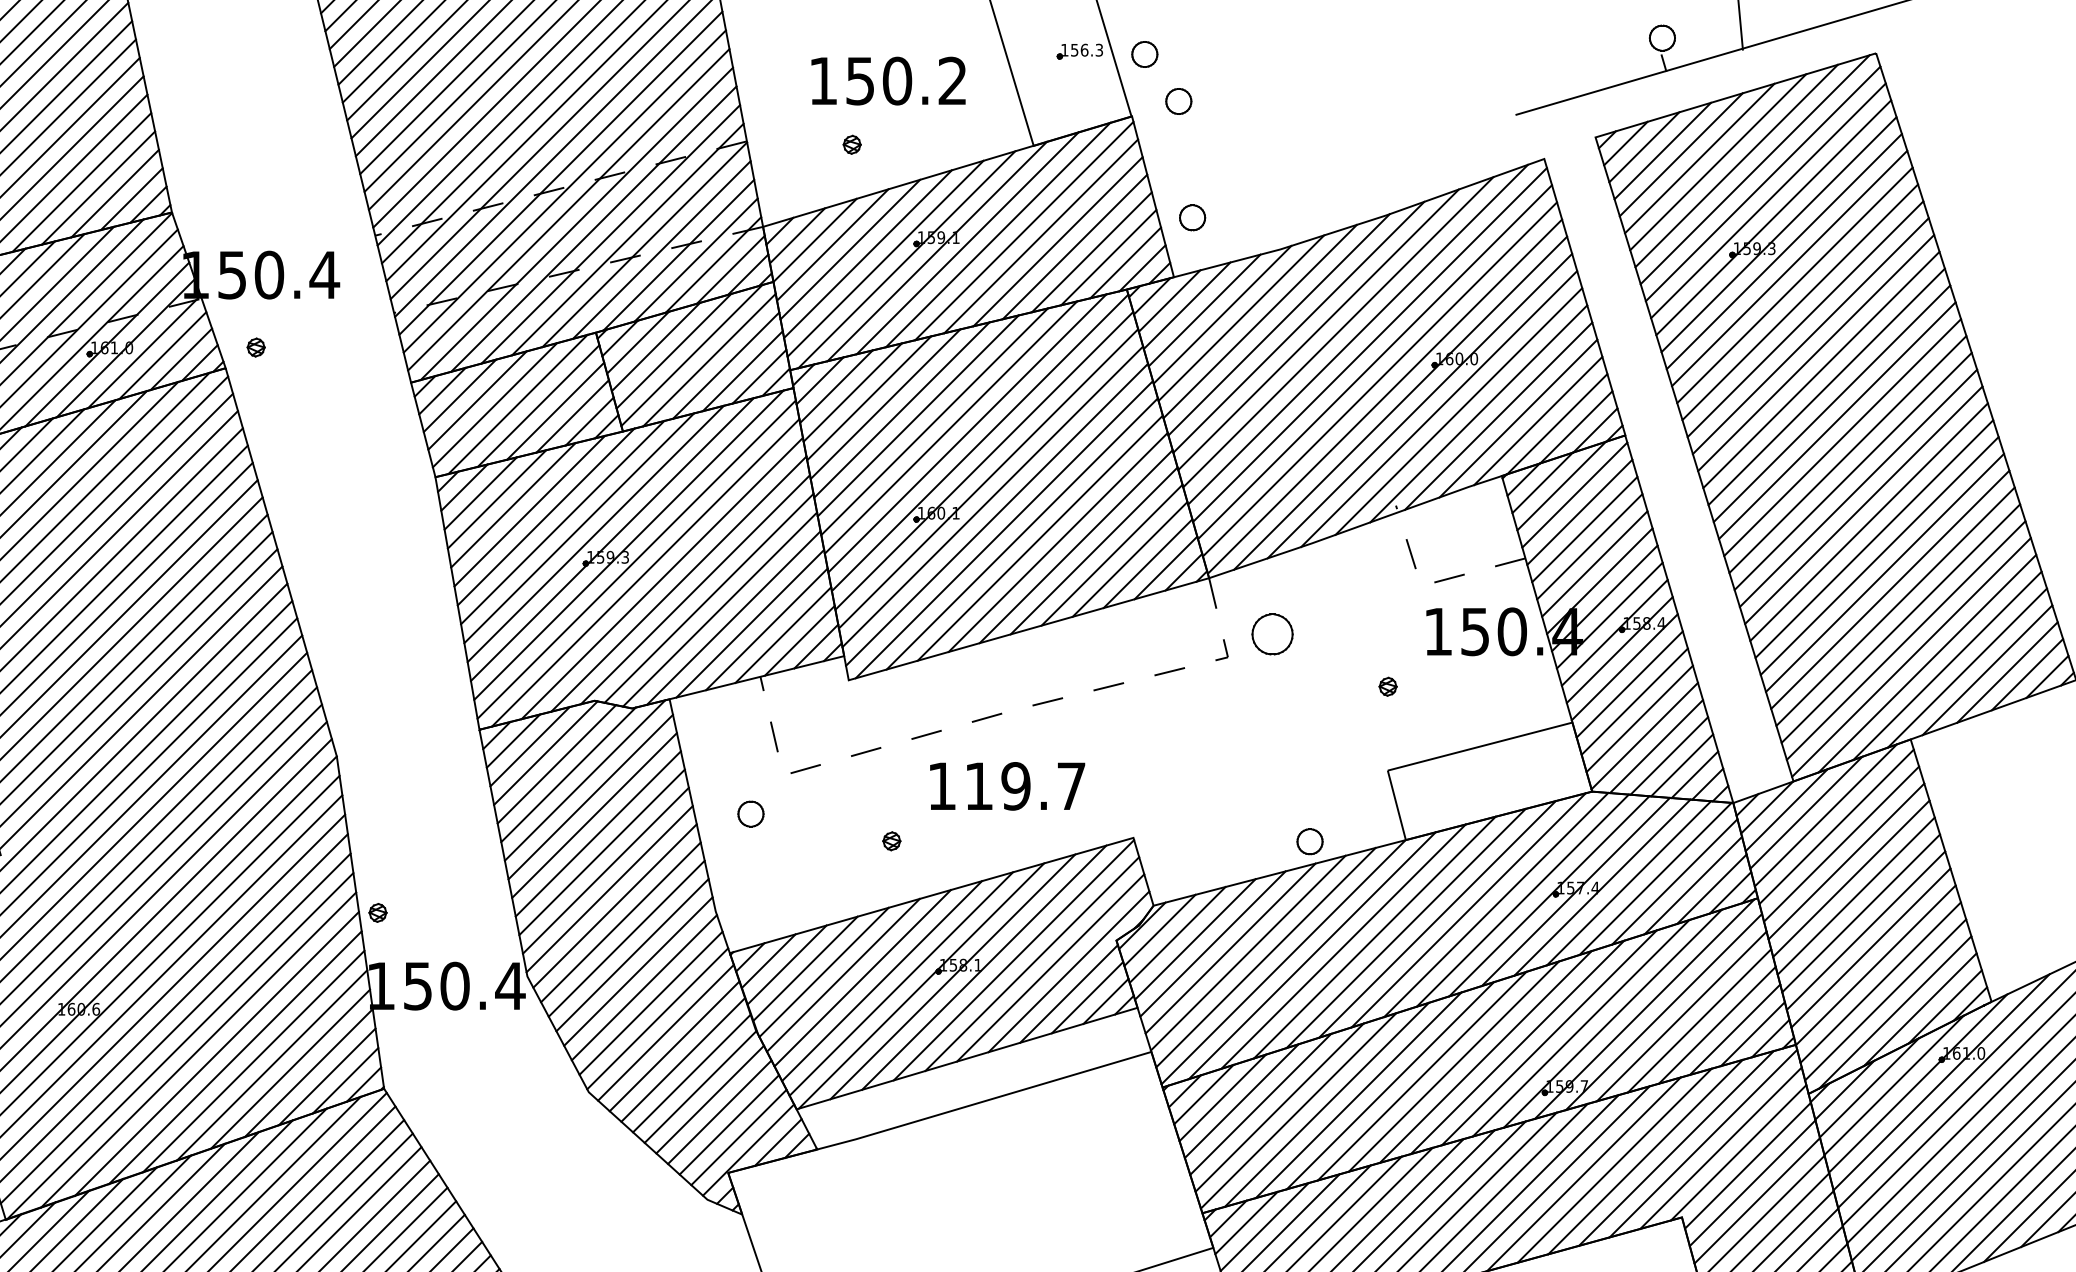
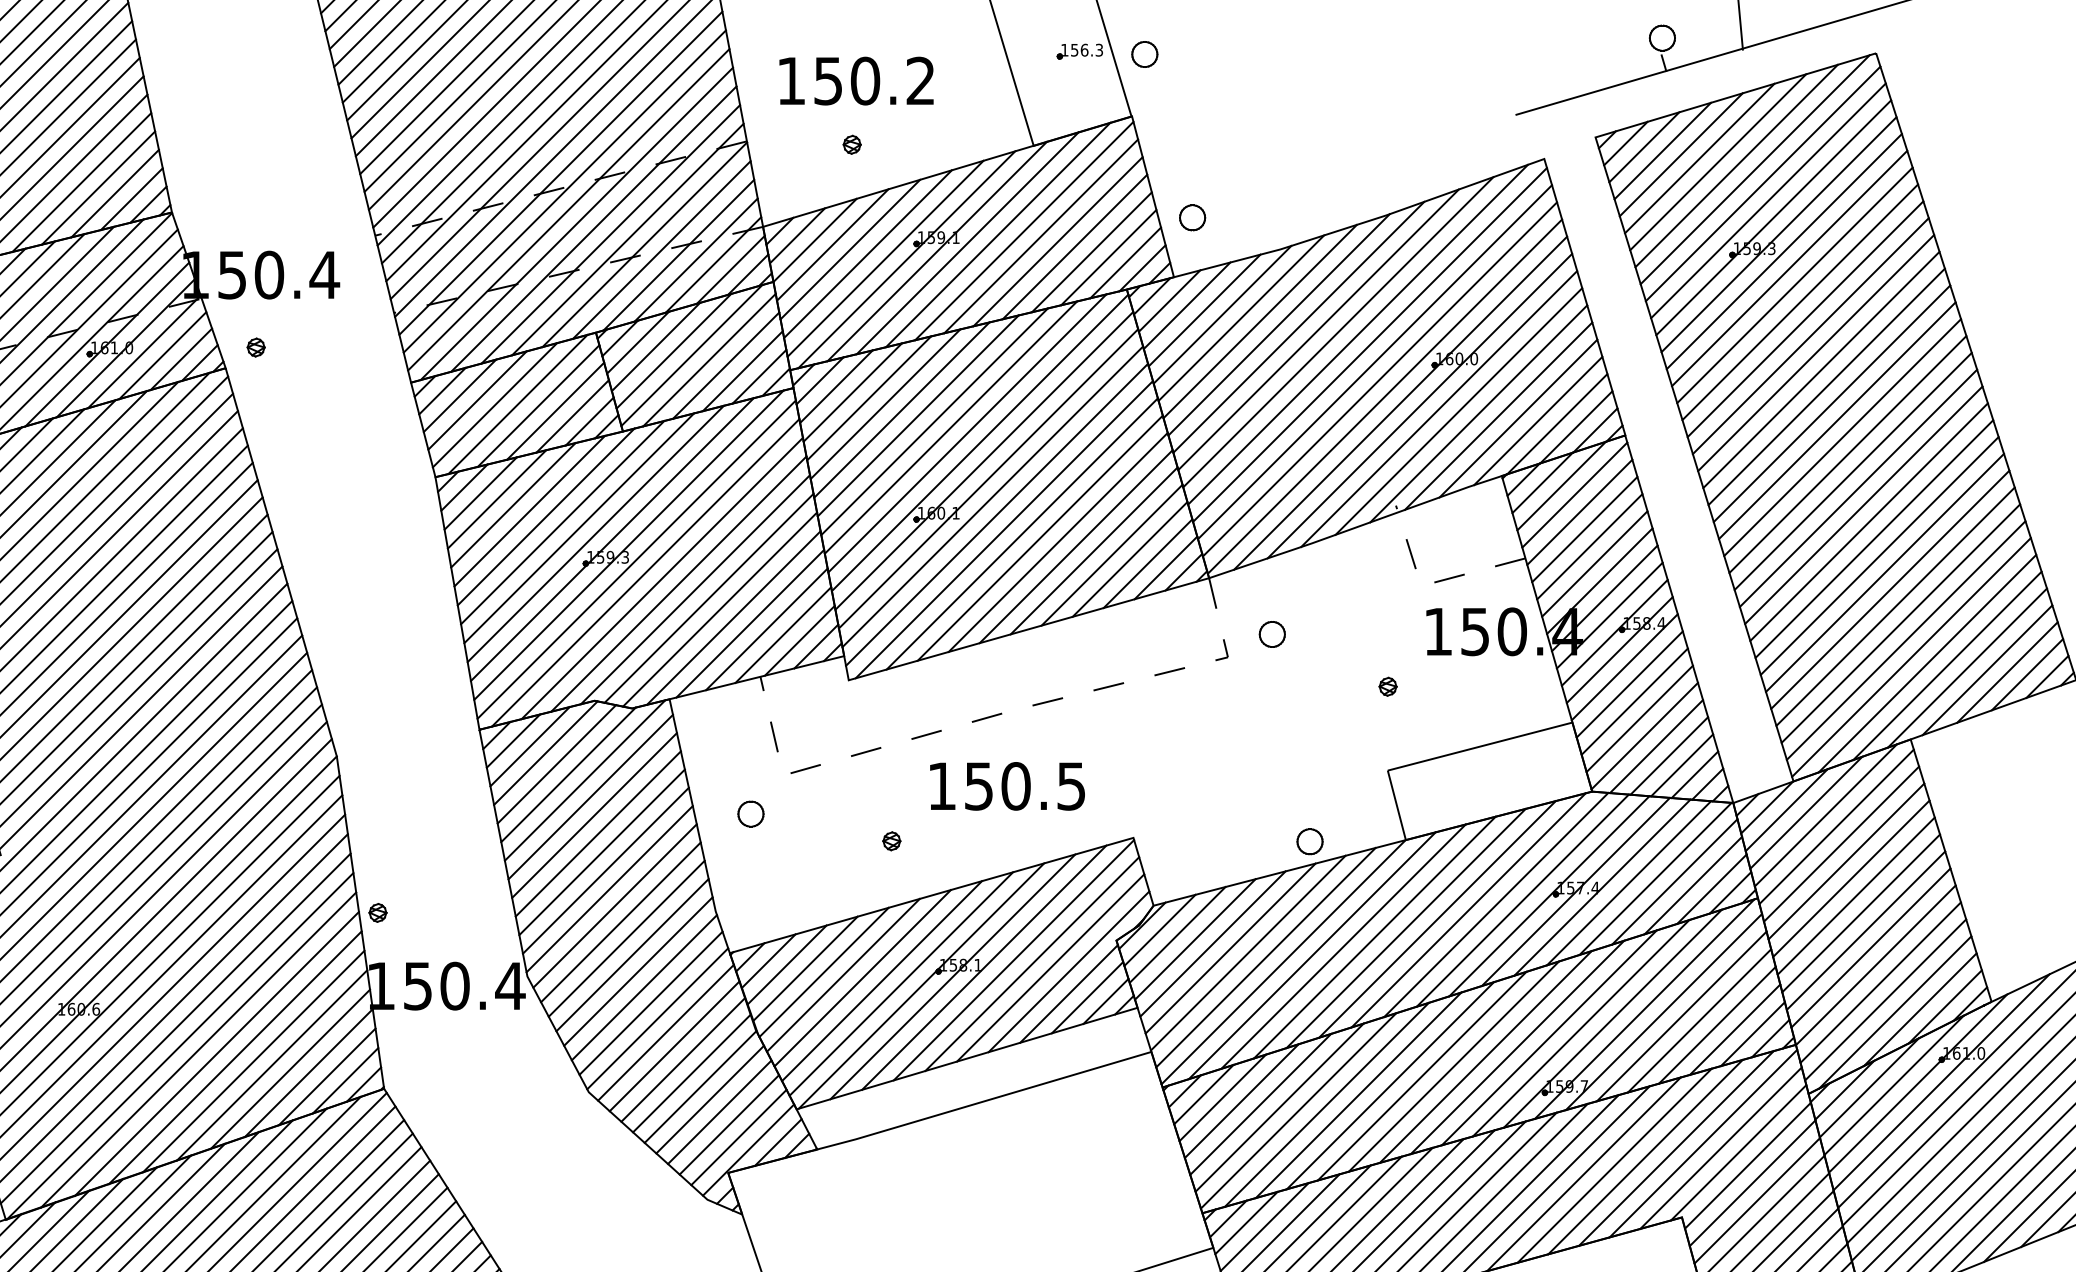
text at (888, 80) position: (888, 80) -> (856, 80)
part at (1178, 101): present -> none
part at (1272, 634) size: 43x43 px -> 28x27 px
text at (1025, 786): 119.7 -> 150.5
